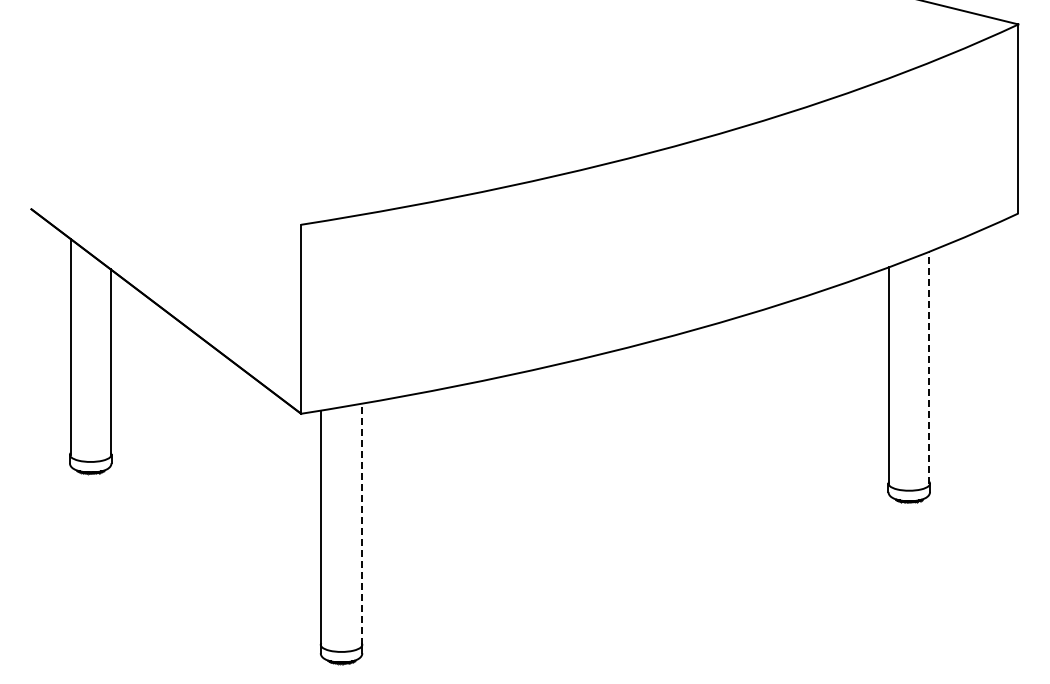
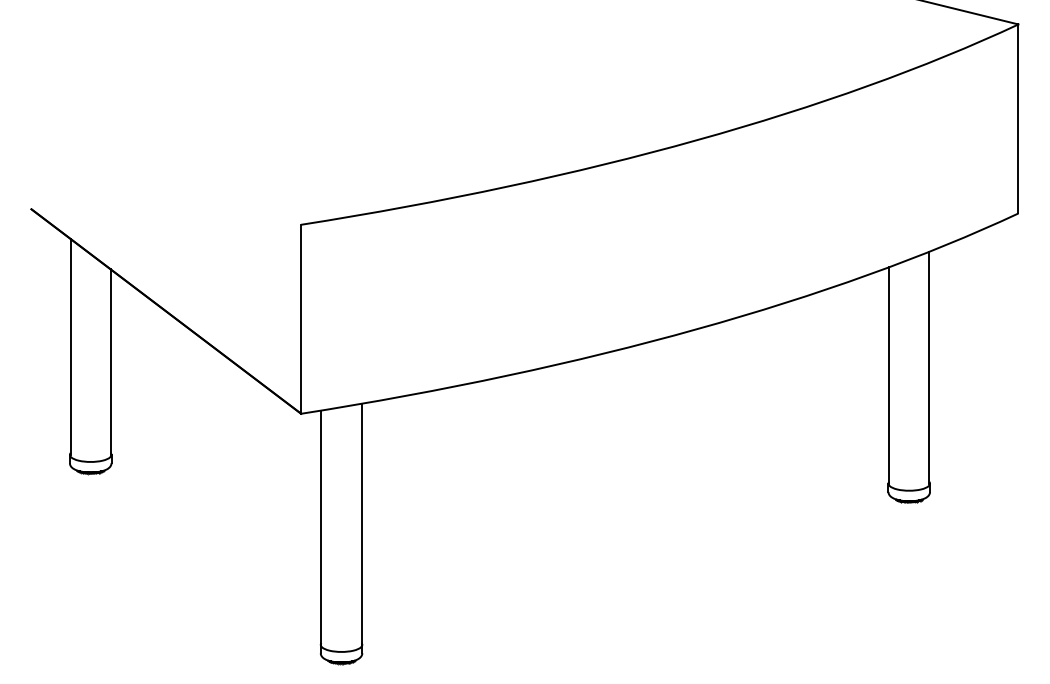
line at (929, 367): dashed -> solid
line at (361, 524): dashed -> solid
